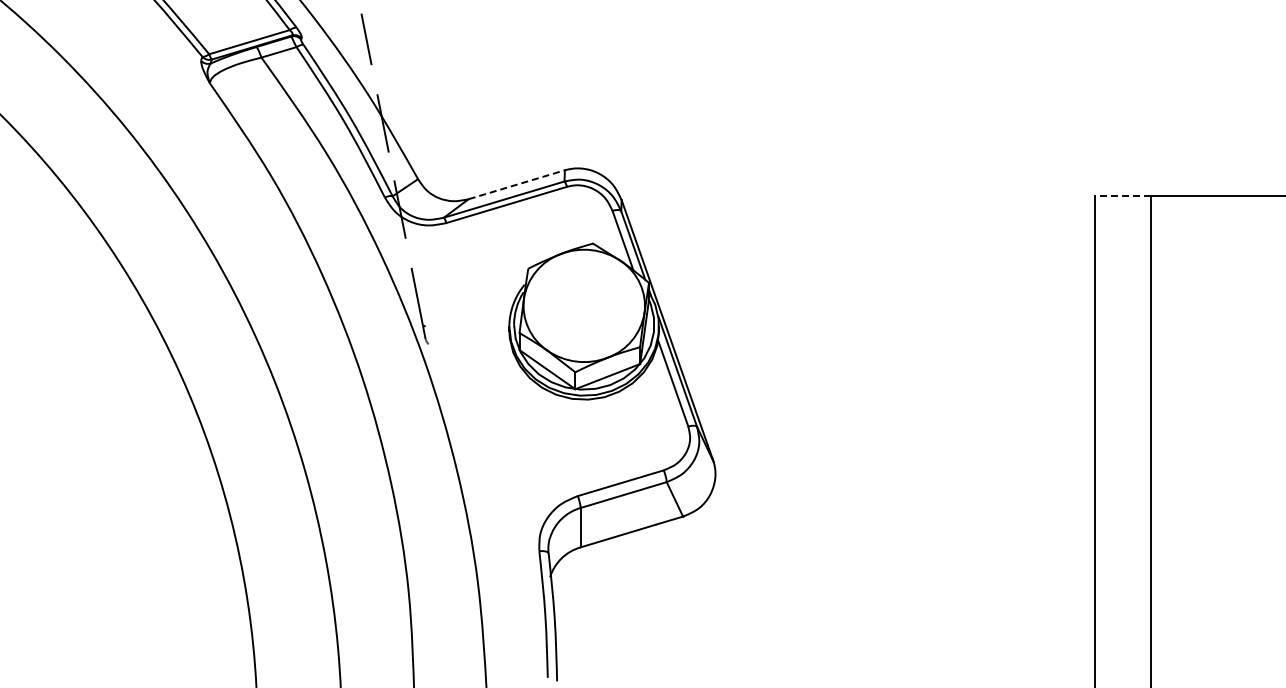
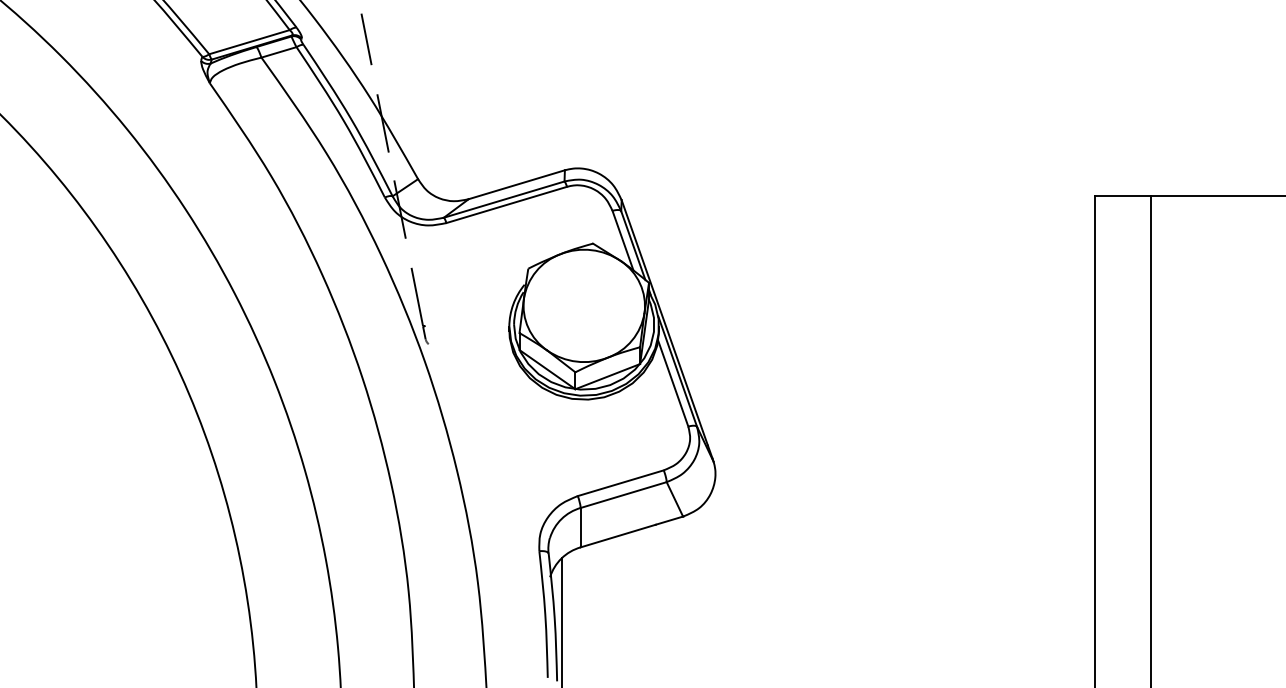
line at (517, 184): dashed -> solid
line at (1122, 196): dashed -> solid
line at (561, 621): none -> present
